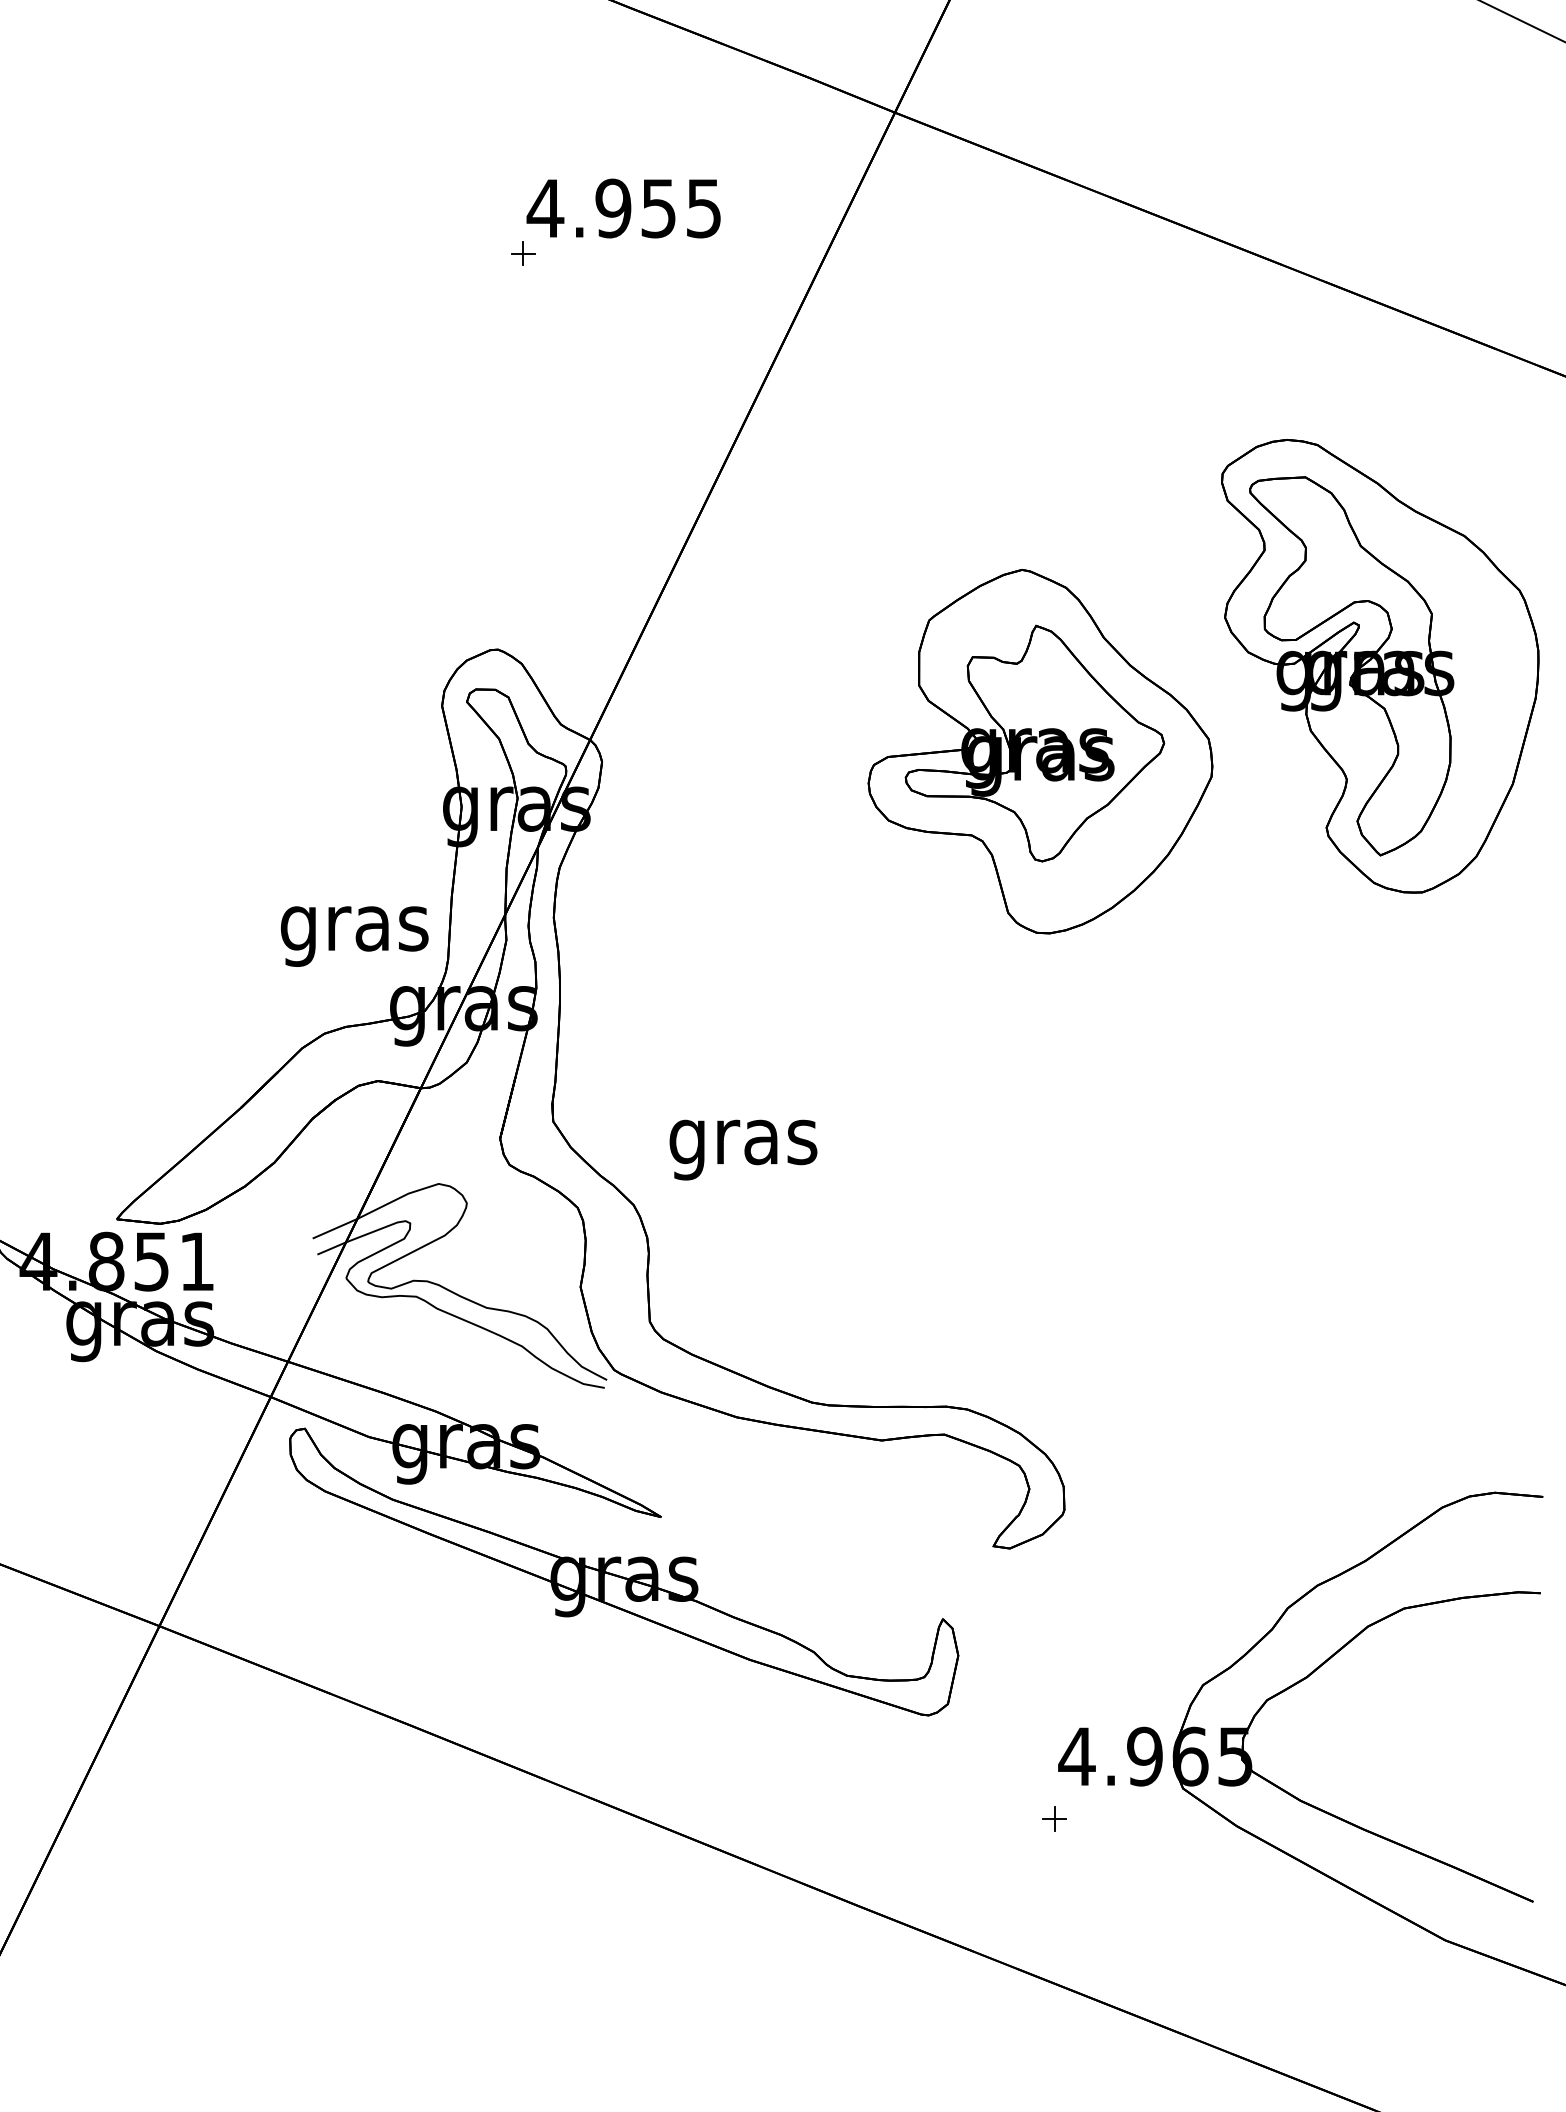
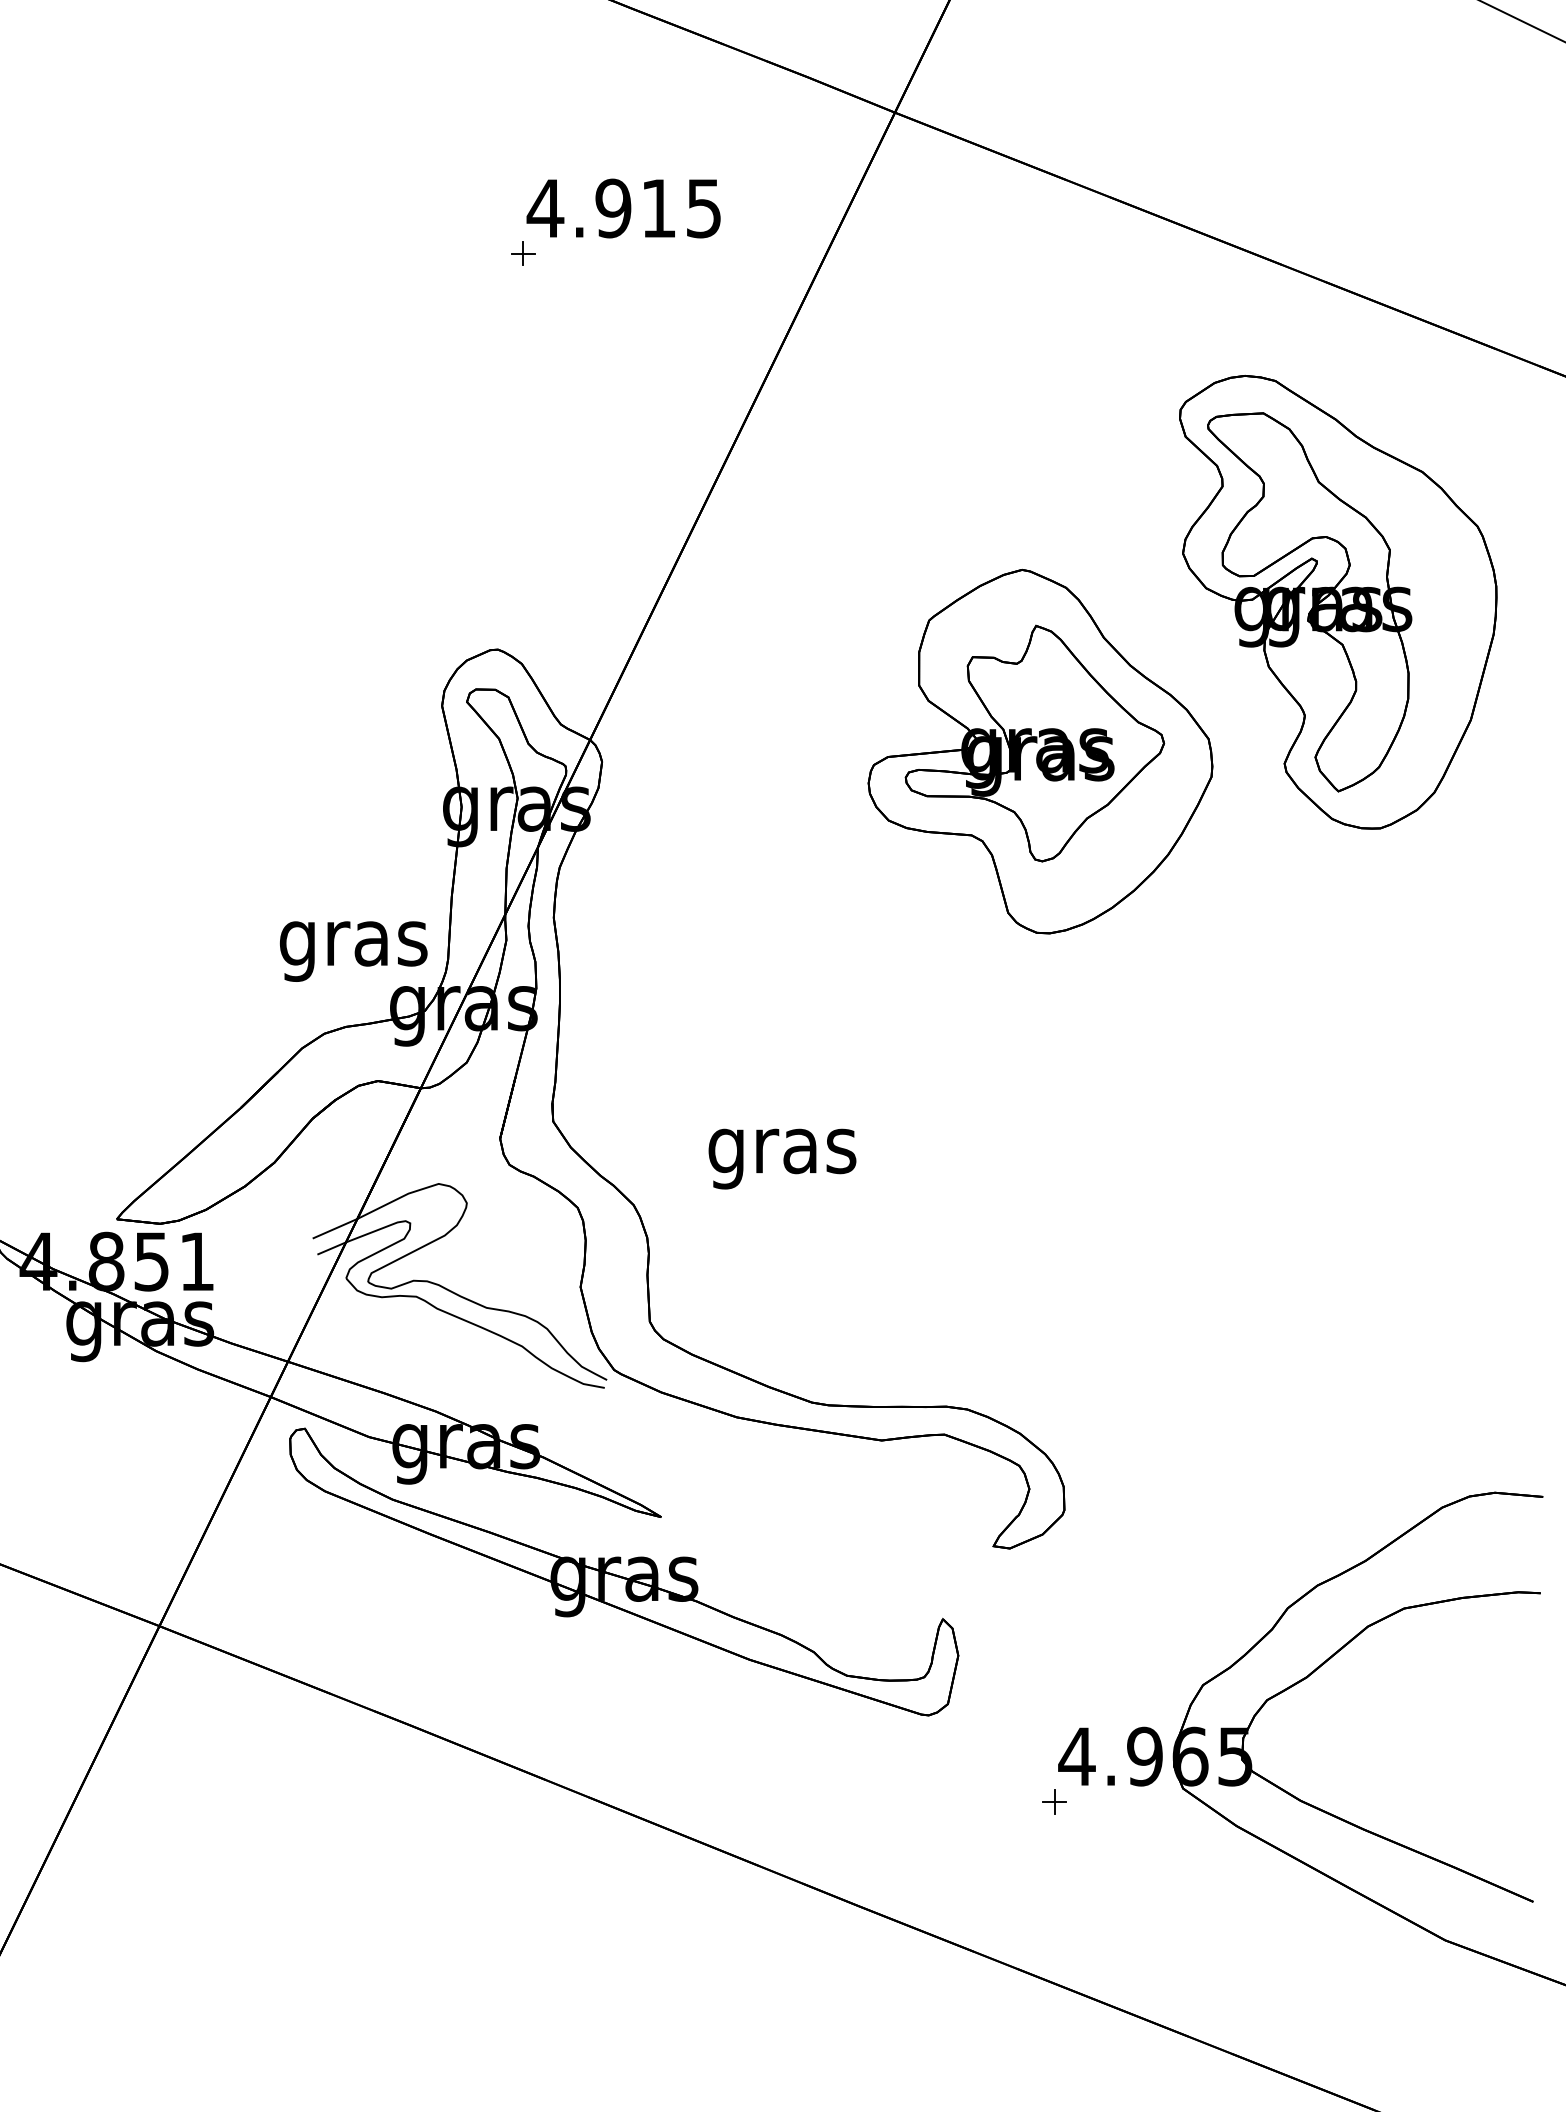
text at (658, 208): 4.955 -> 4.915
part at (1380, 666) position: (1380, 666) -> (1338, 602)
text at (354, 936) position: (354, 936) -> (353, 951)
text at (743, 1149) position: (743, 1149) -> (782, 1158)
part at (1054, 1818) position: (1054, 1818) -> (1054, 1801)
